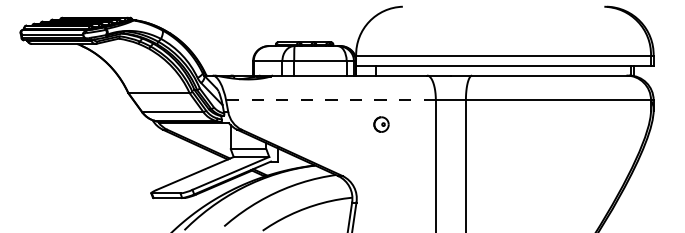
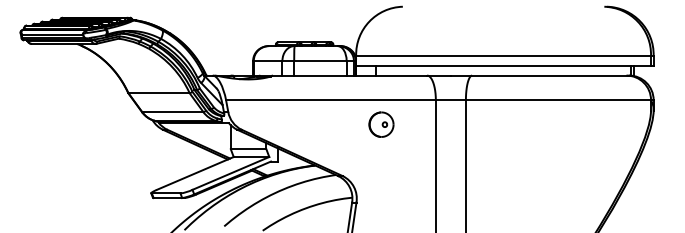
line at (330, 100): dashed -> solid
part at (381, 124) size: 17x17 px -> 27x27 px
